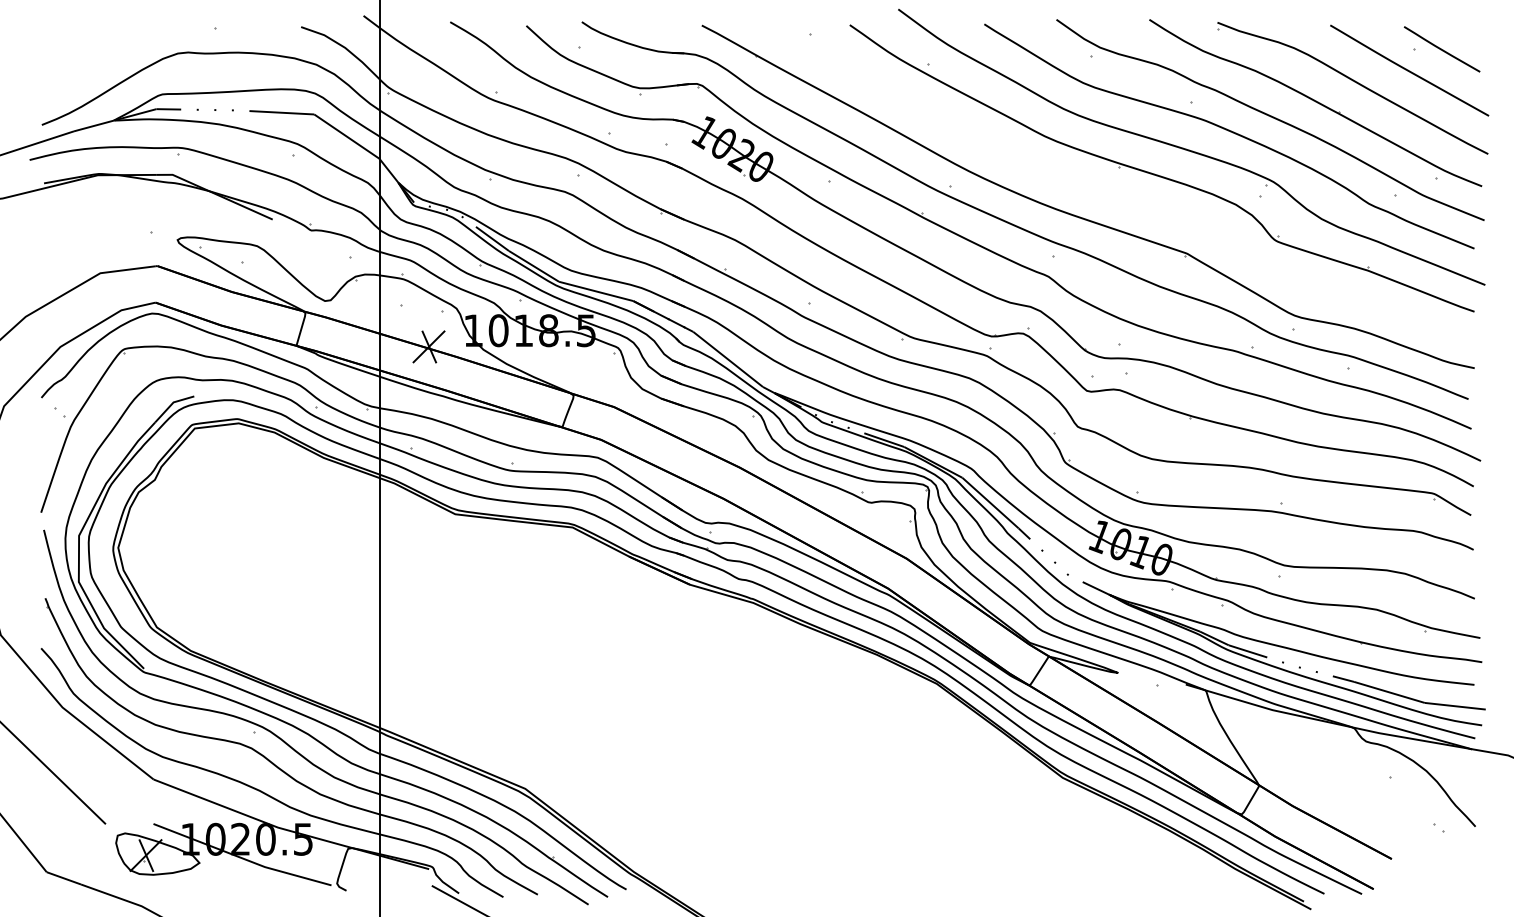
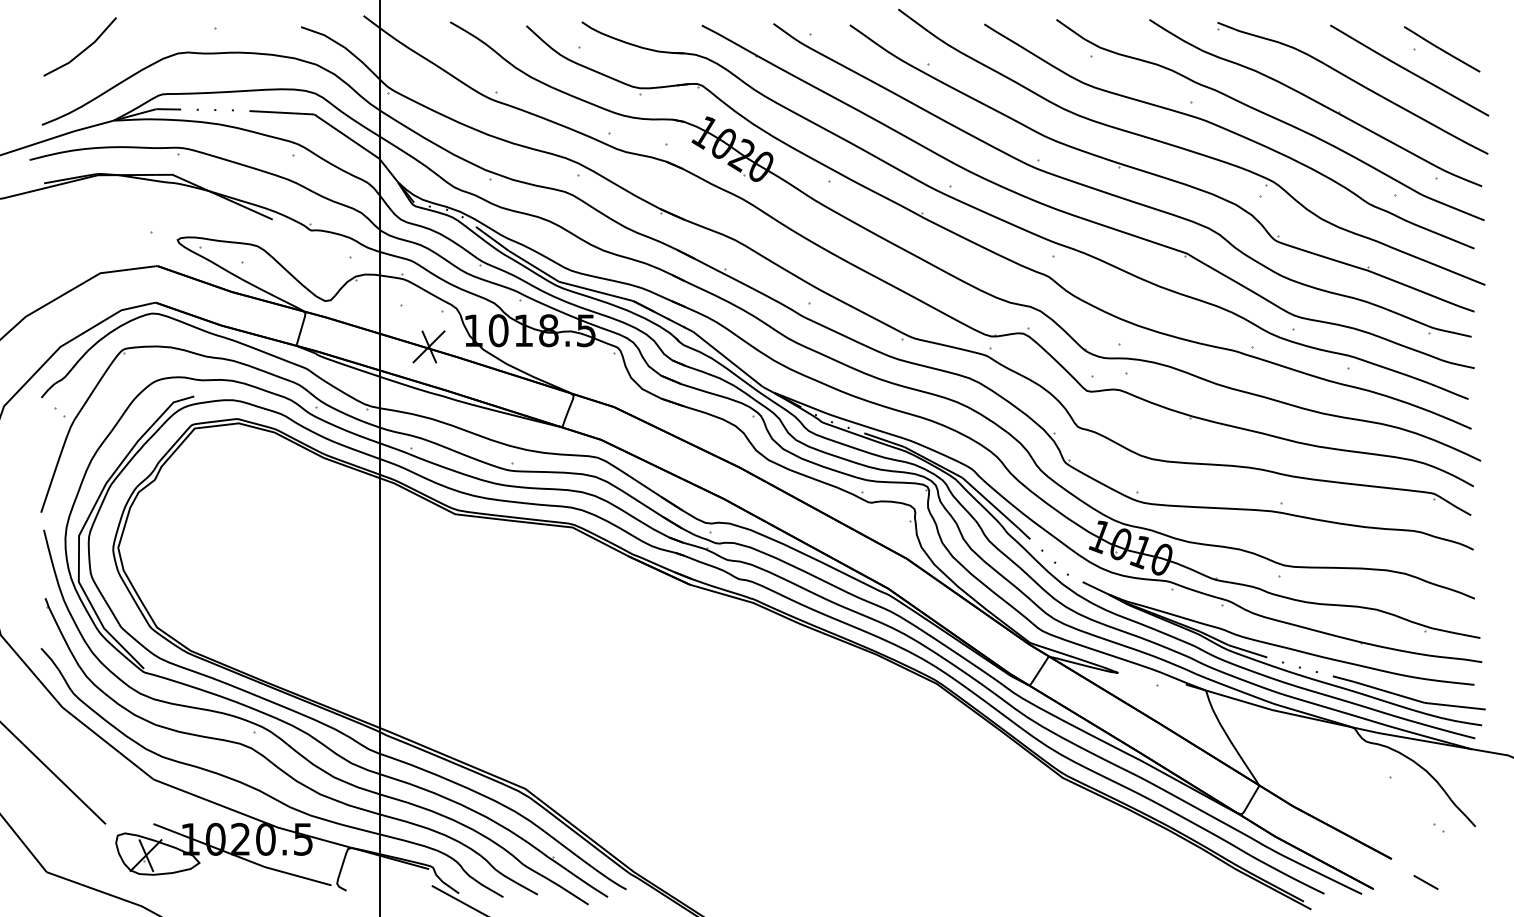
line at (83, 49): none -> present
part at (1117, 195): none -> present
line at (1425, 882): none -> present
